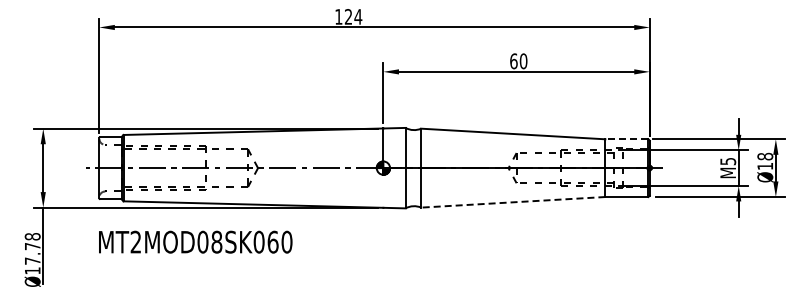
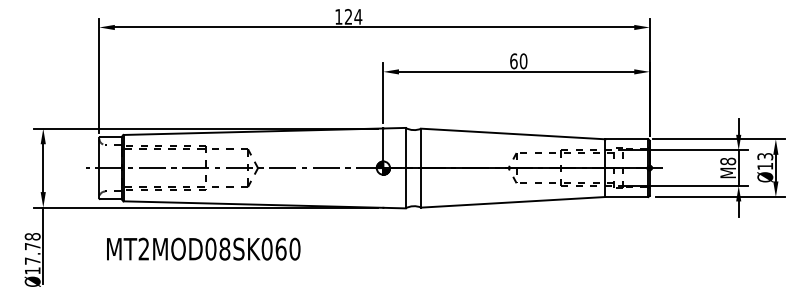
line at (626, 139): dashed -> solid
text at (765, 156): Ø18 -> Ø13
text at (728, 161): M5 -> M8
line at (512, 202): dashed -> solid
text at (195, 241) position: (195, 241) -> (203, 248)
